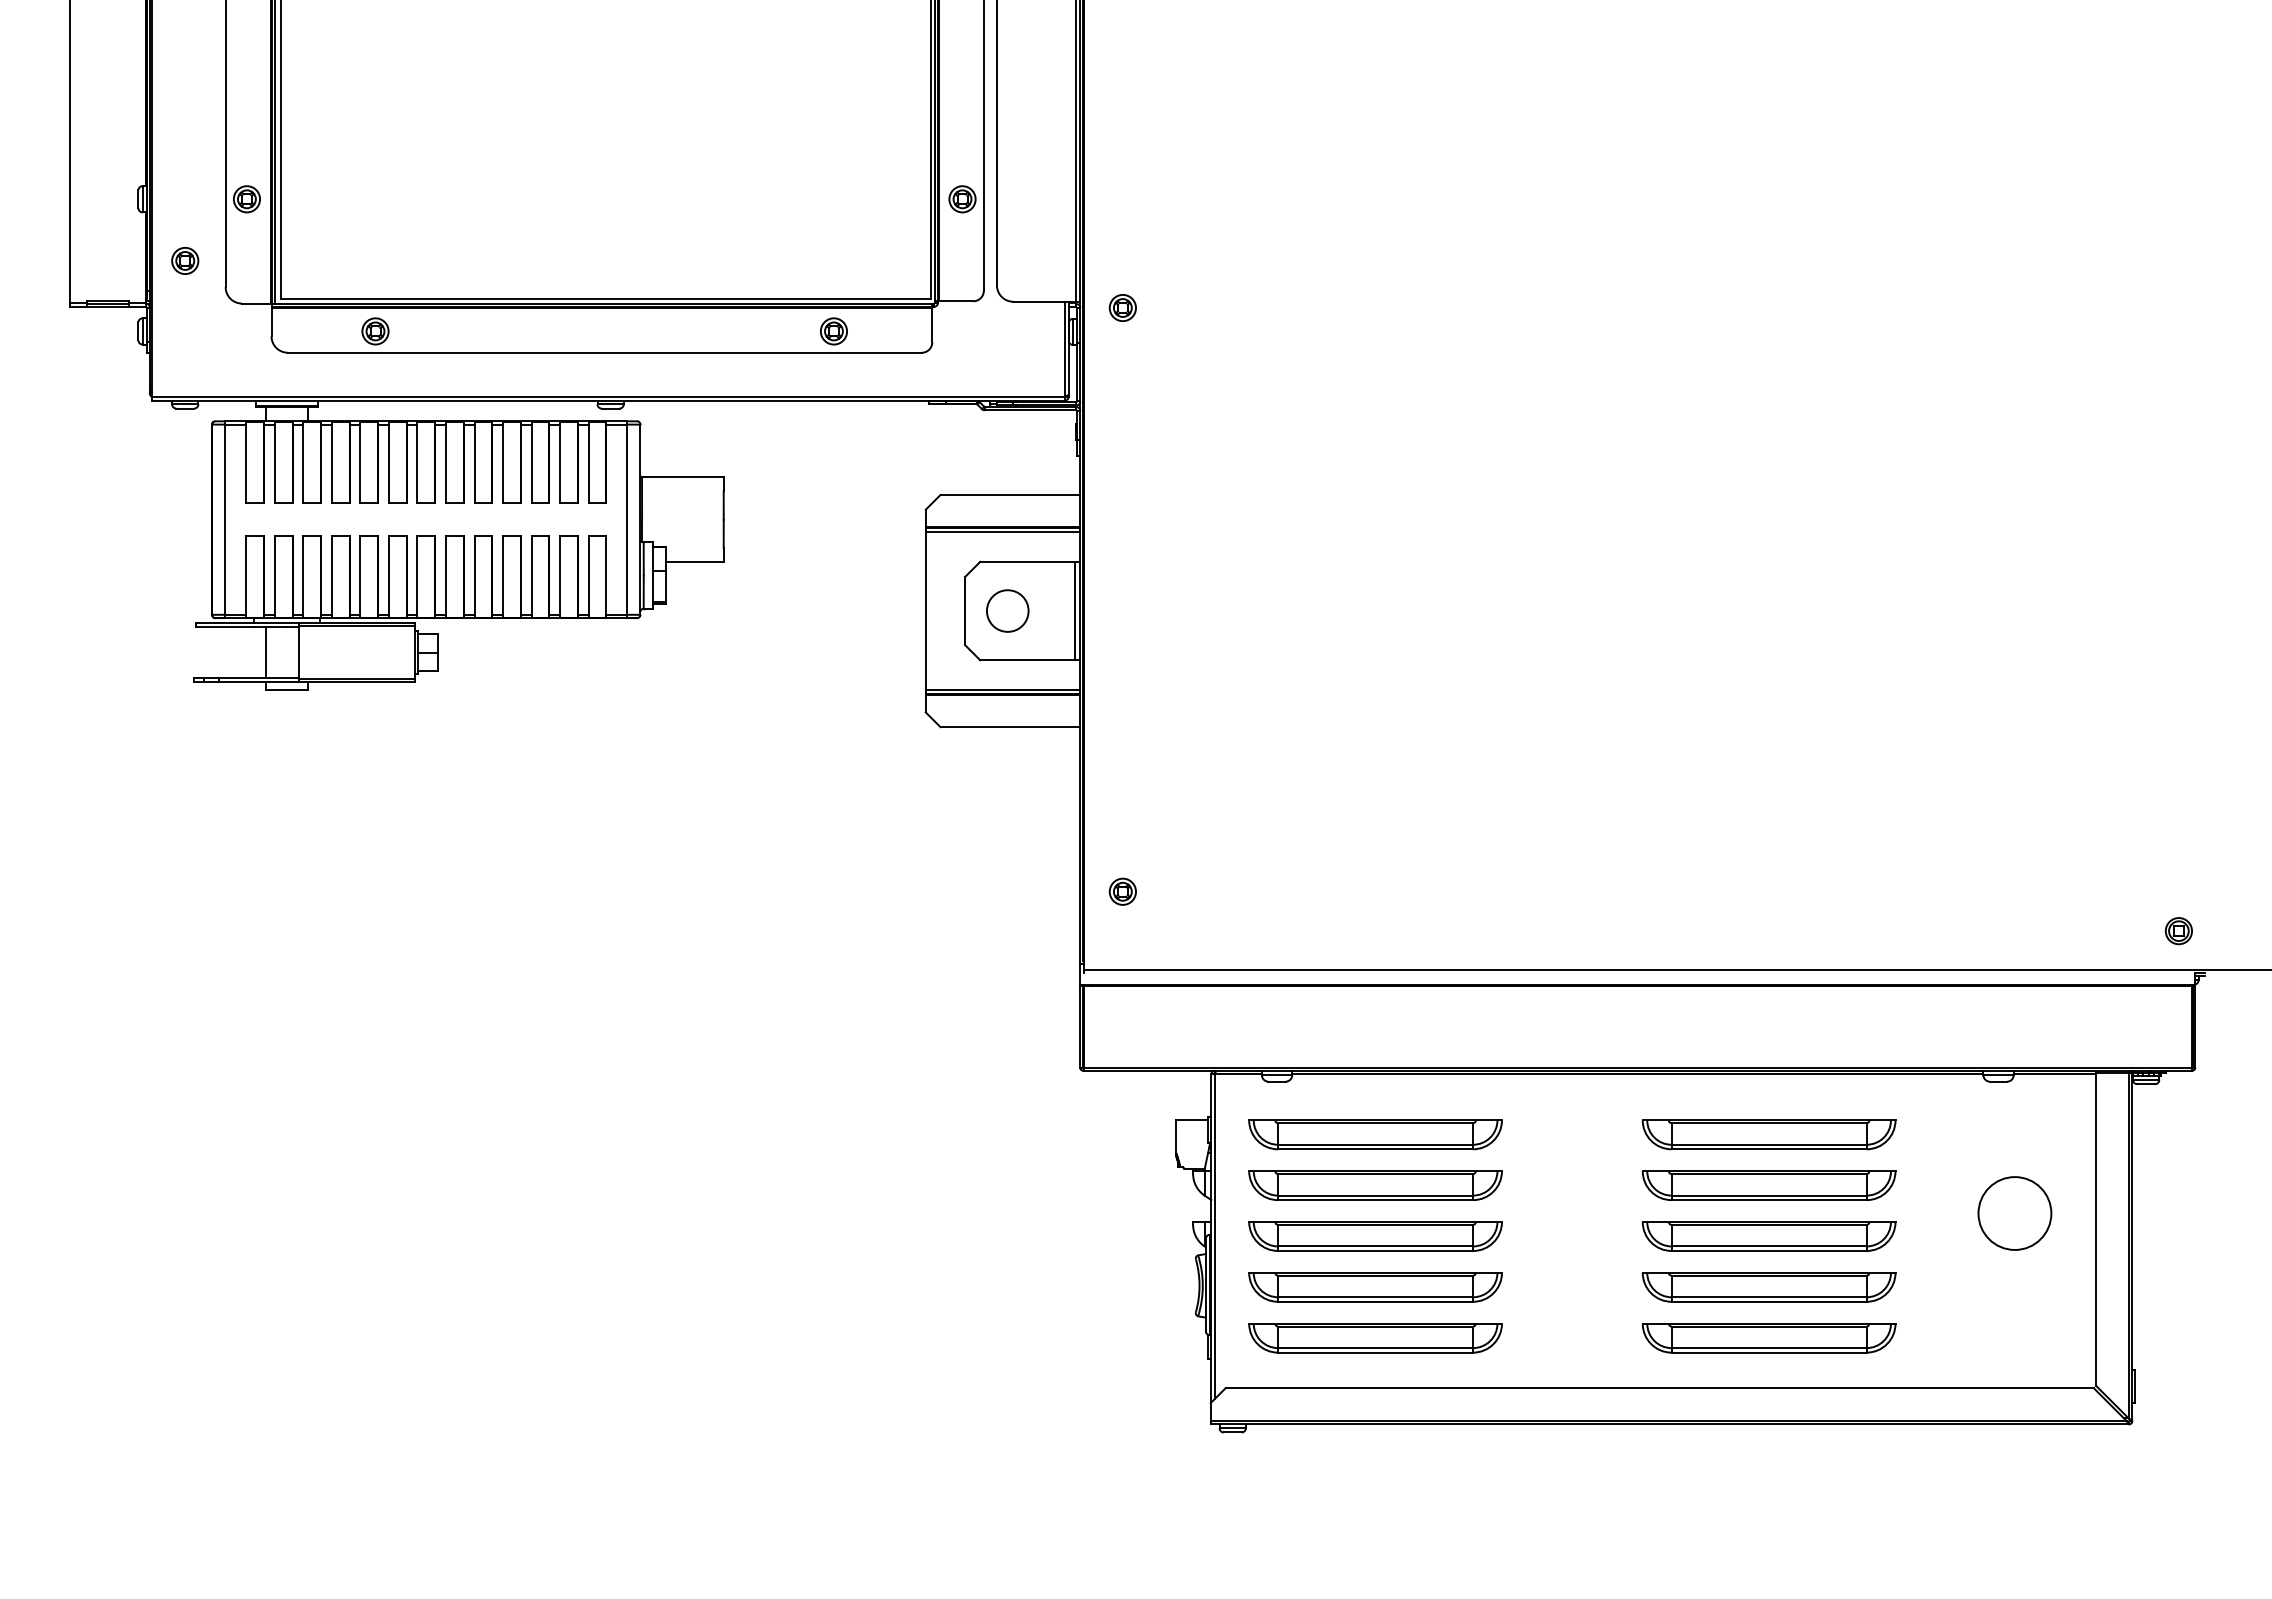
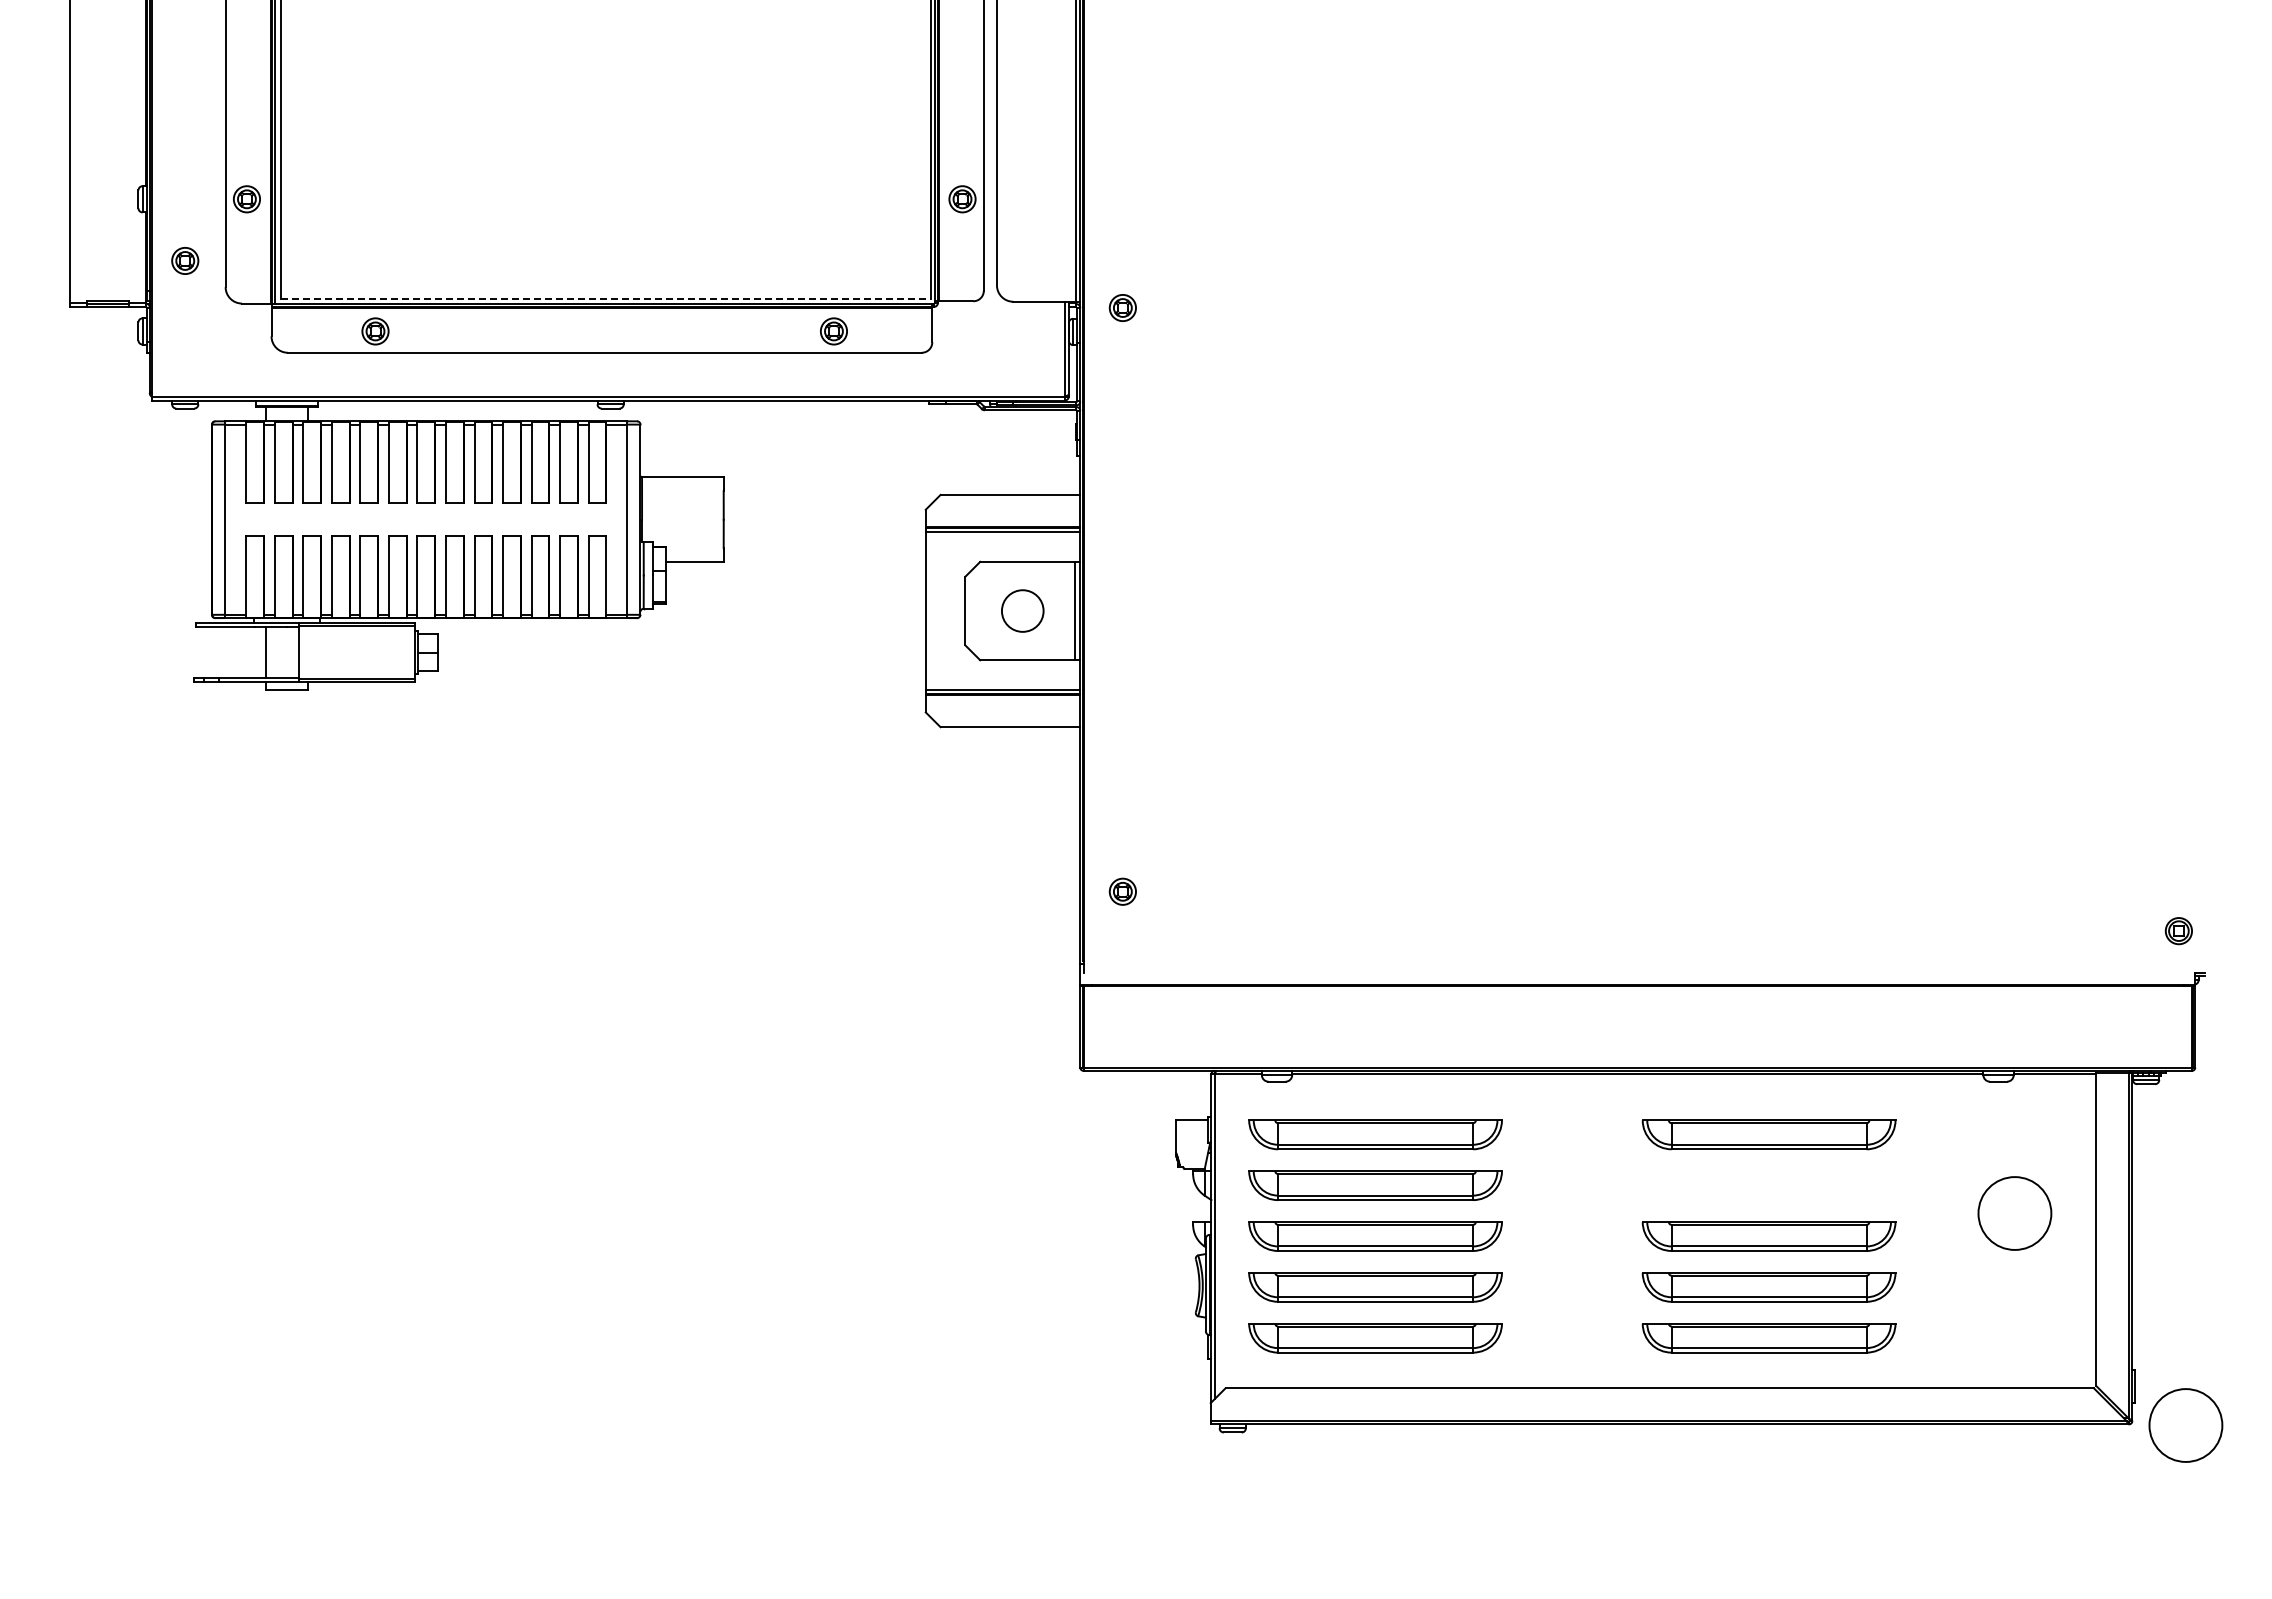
line at (606, 298): solid -> dashed
circle at (1007, 610) position: (1007, 610) -> (1022, 610)
line at (1675, 969): present -> none
part at (1768, 1185): present -> none
circle at (2185, 1425): none -> present
